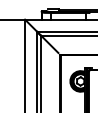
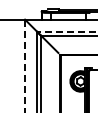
line at (67, 31): solid -> dashed
line at (25, 66): solid -> dashed
